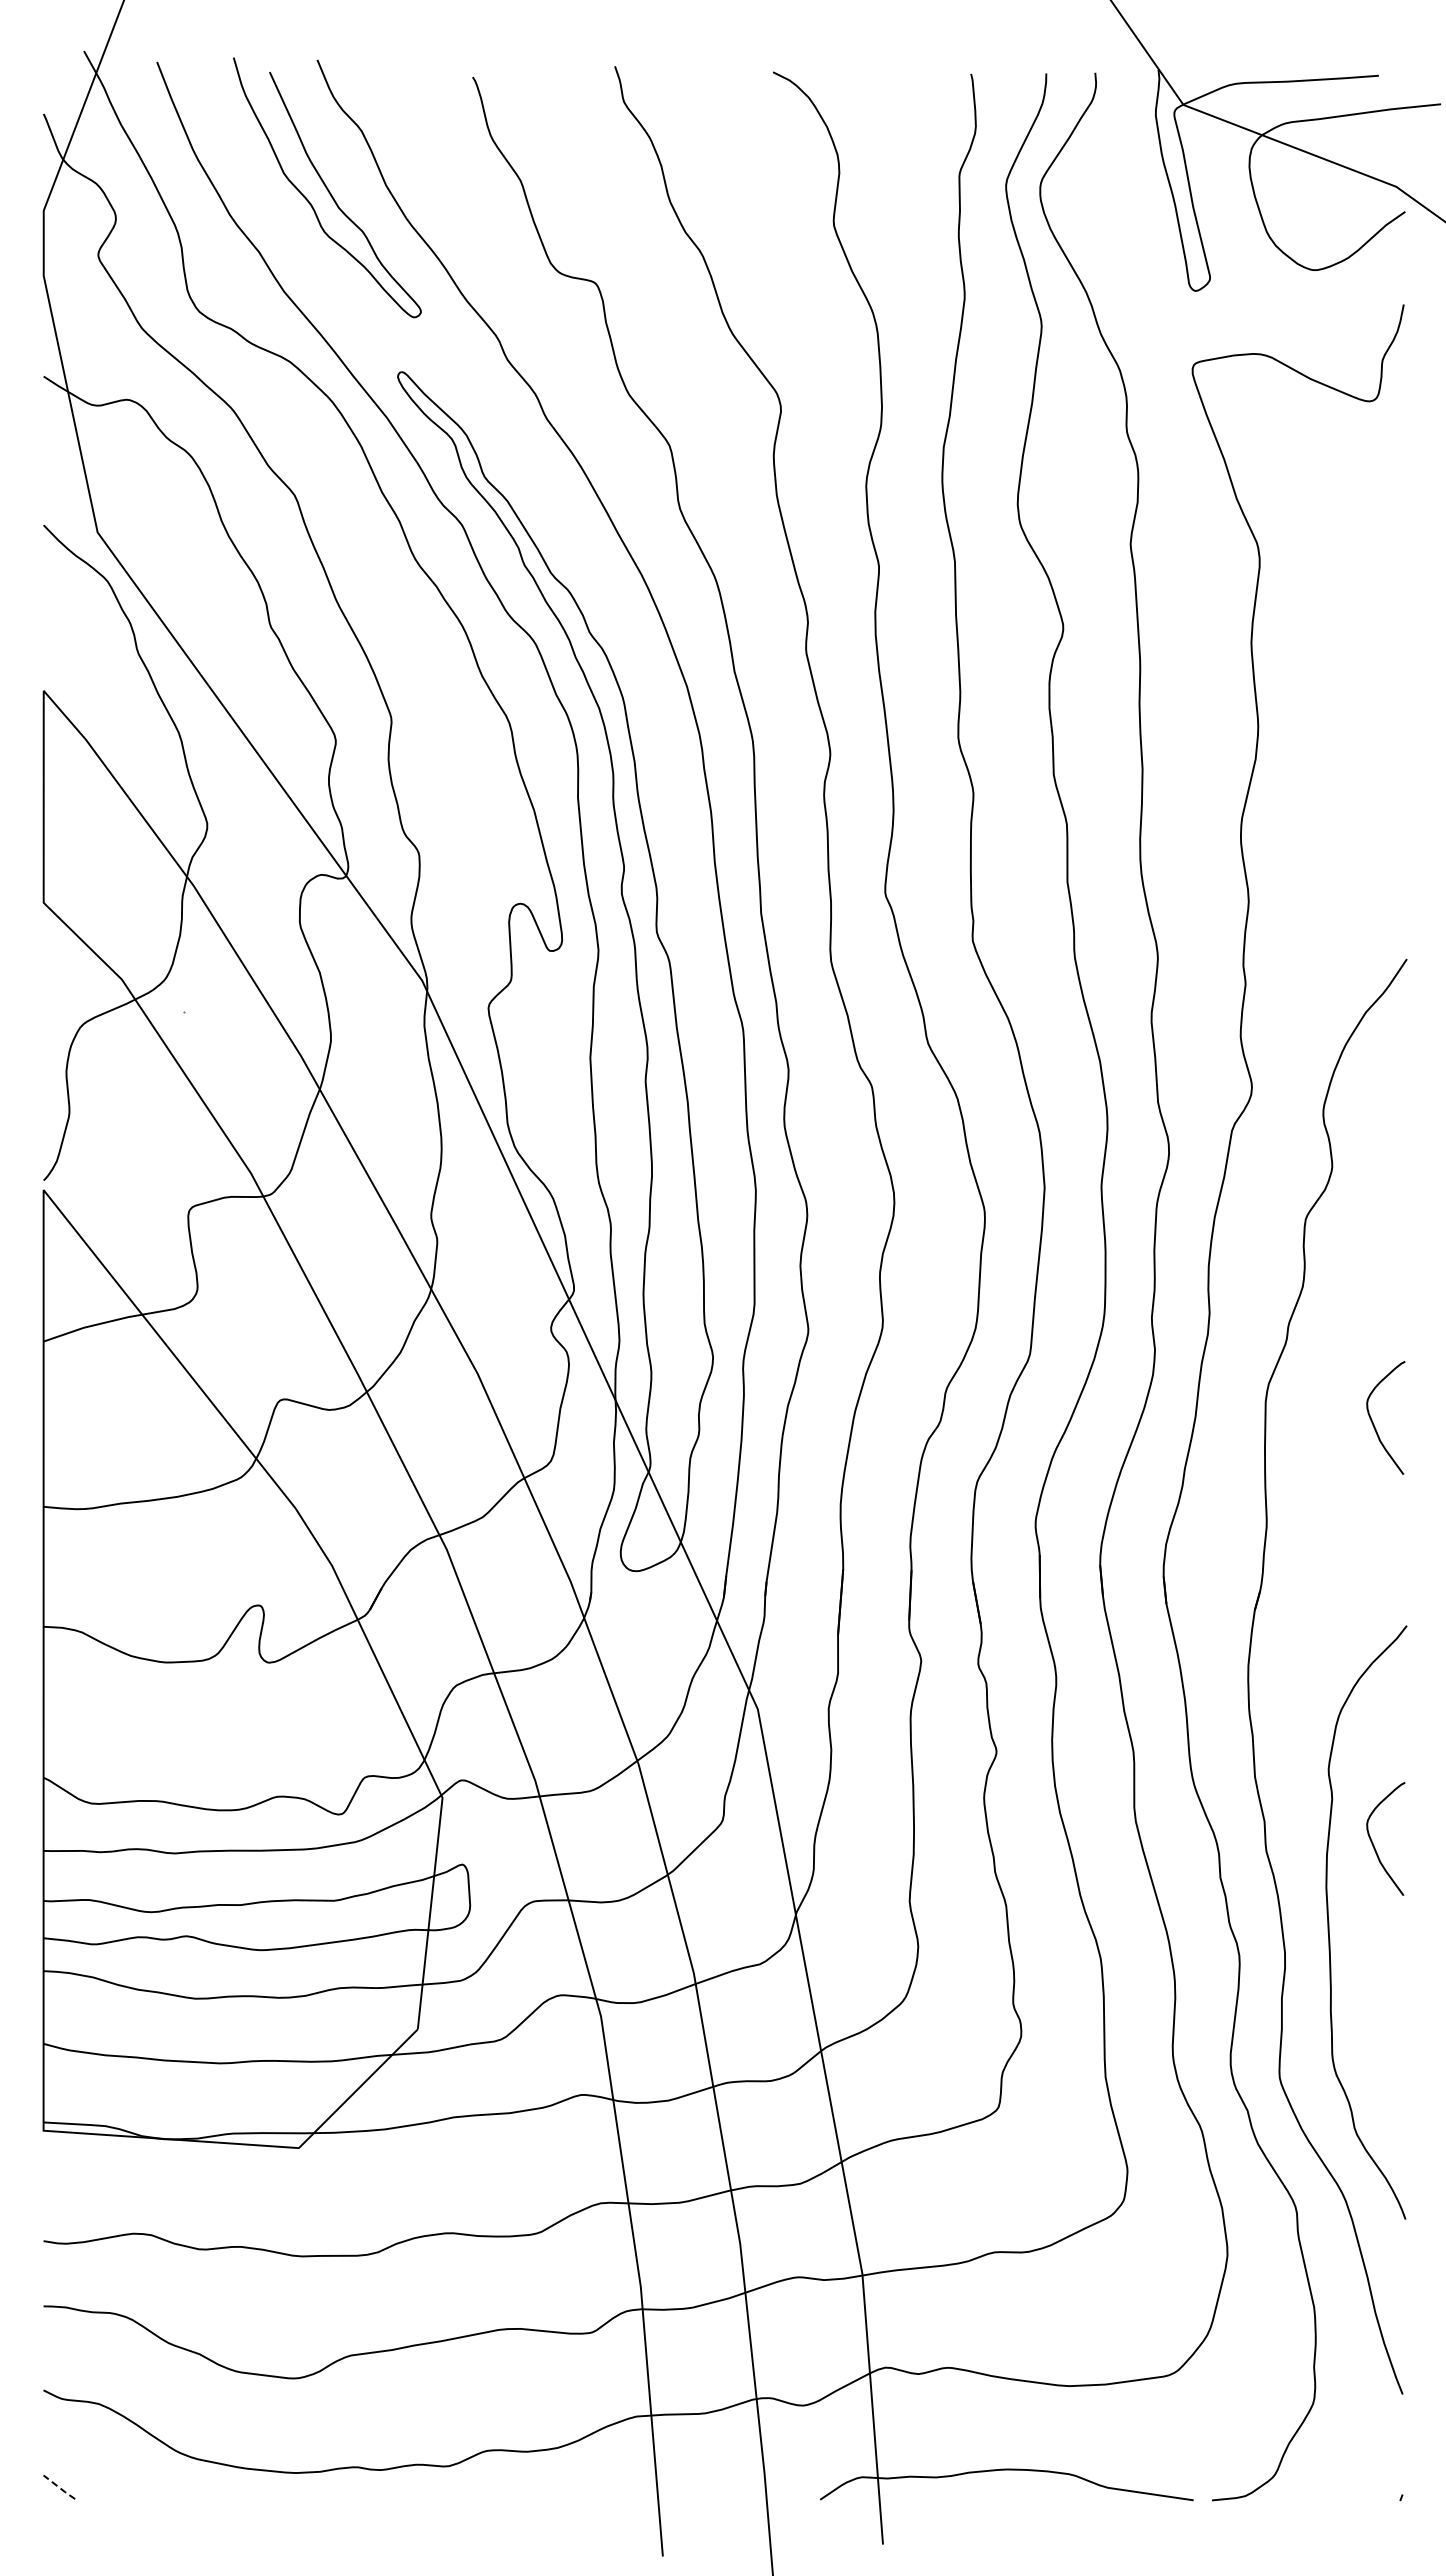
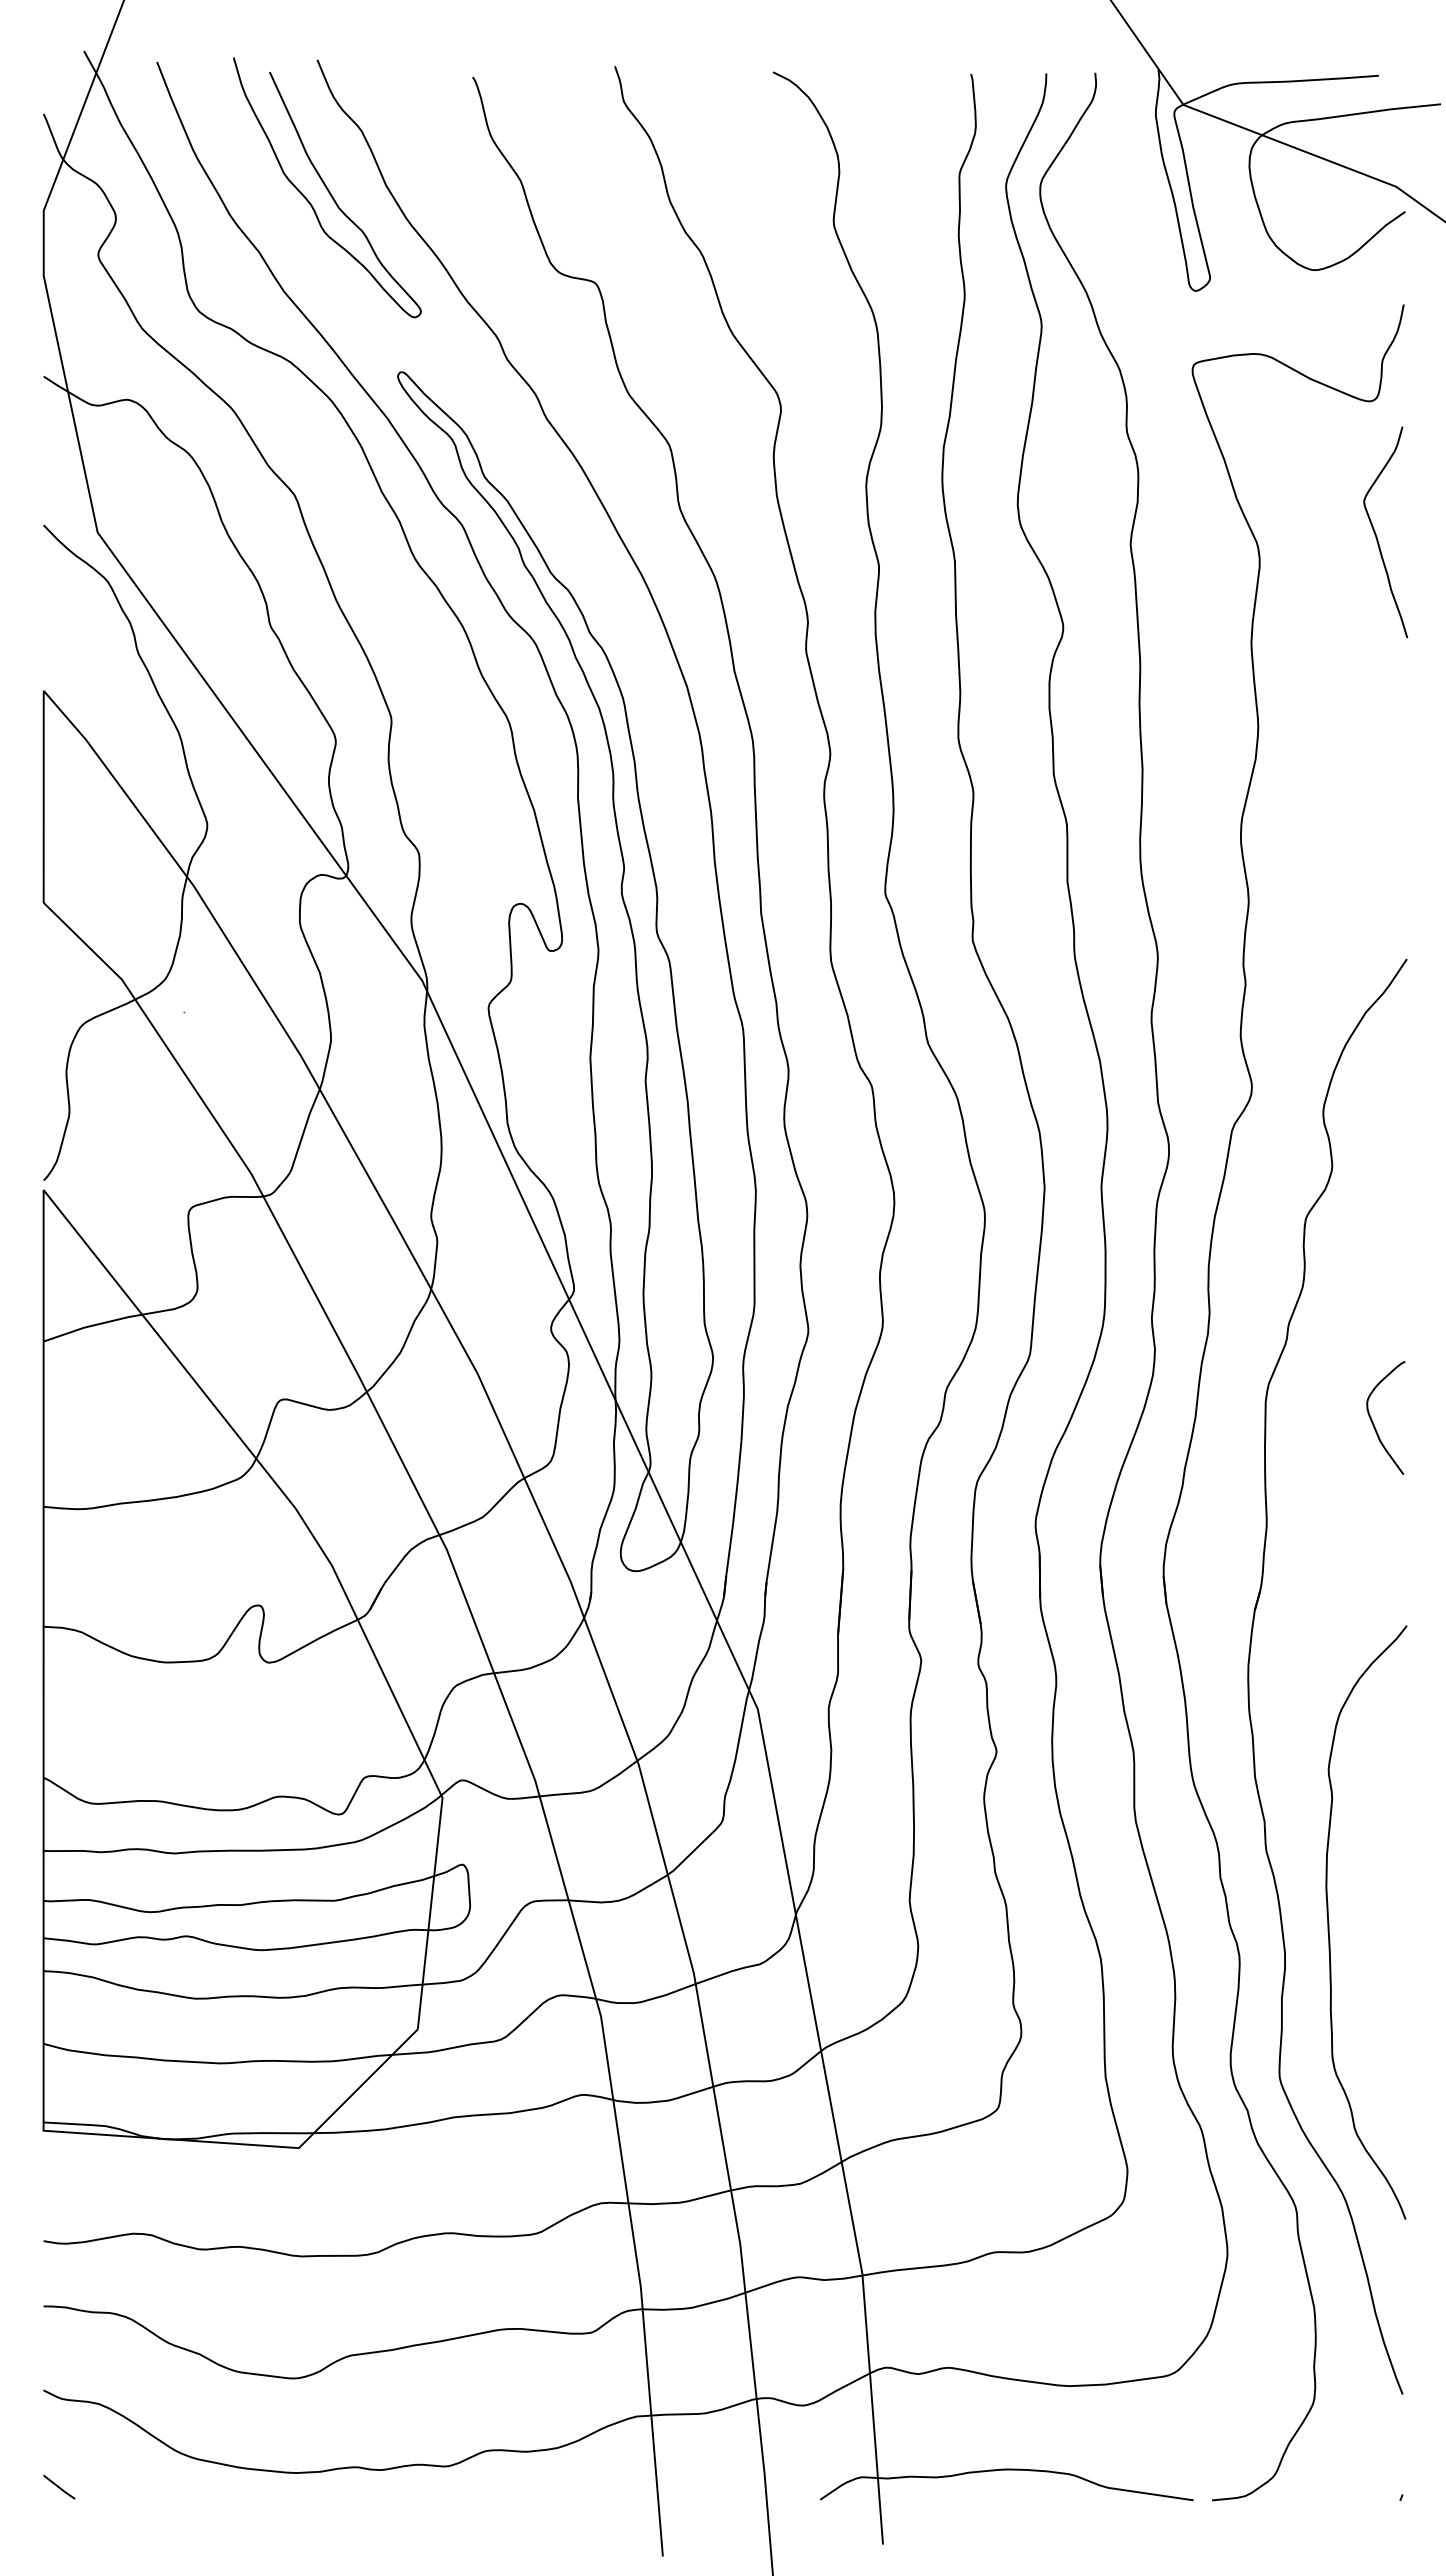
curve at (1377, 536): none -> present
curve at (1373, 1843): present -> none
line at (58, 2487): dashed -> solid
